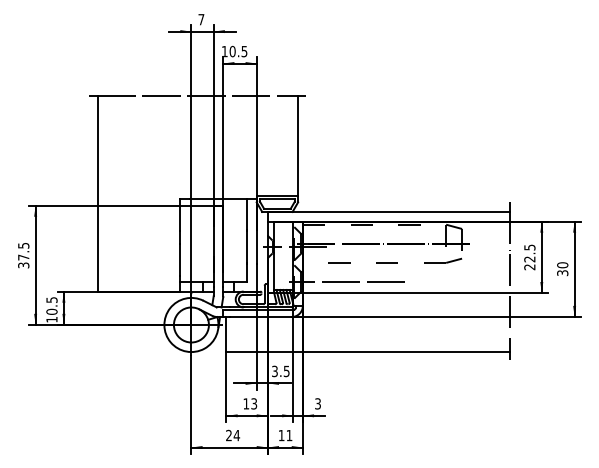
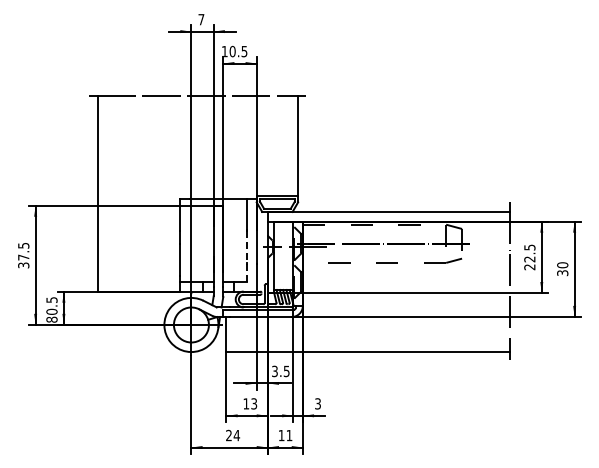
line at (247, 256): solid -> dashed
line at (346, 282): present -> none
text at (51, 319): 10.5 -> 80.5
